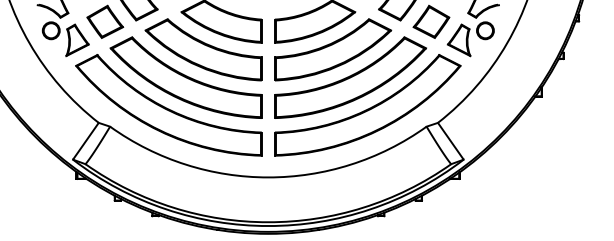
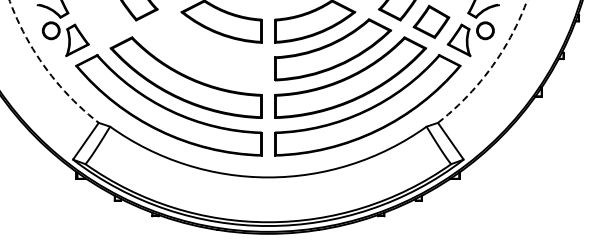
part at (105, 21): present -> none
part at (203, 49): present -> none
arc at (45, 67): solid -> dashed
arc at (491, 67): solid -> dashed
